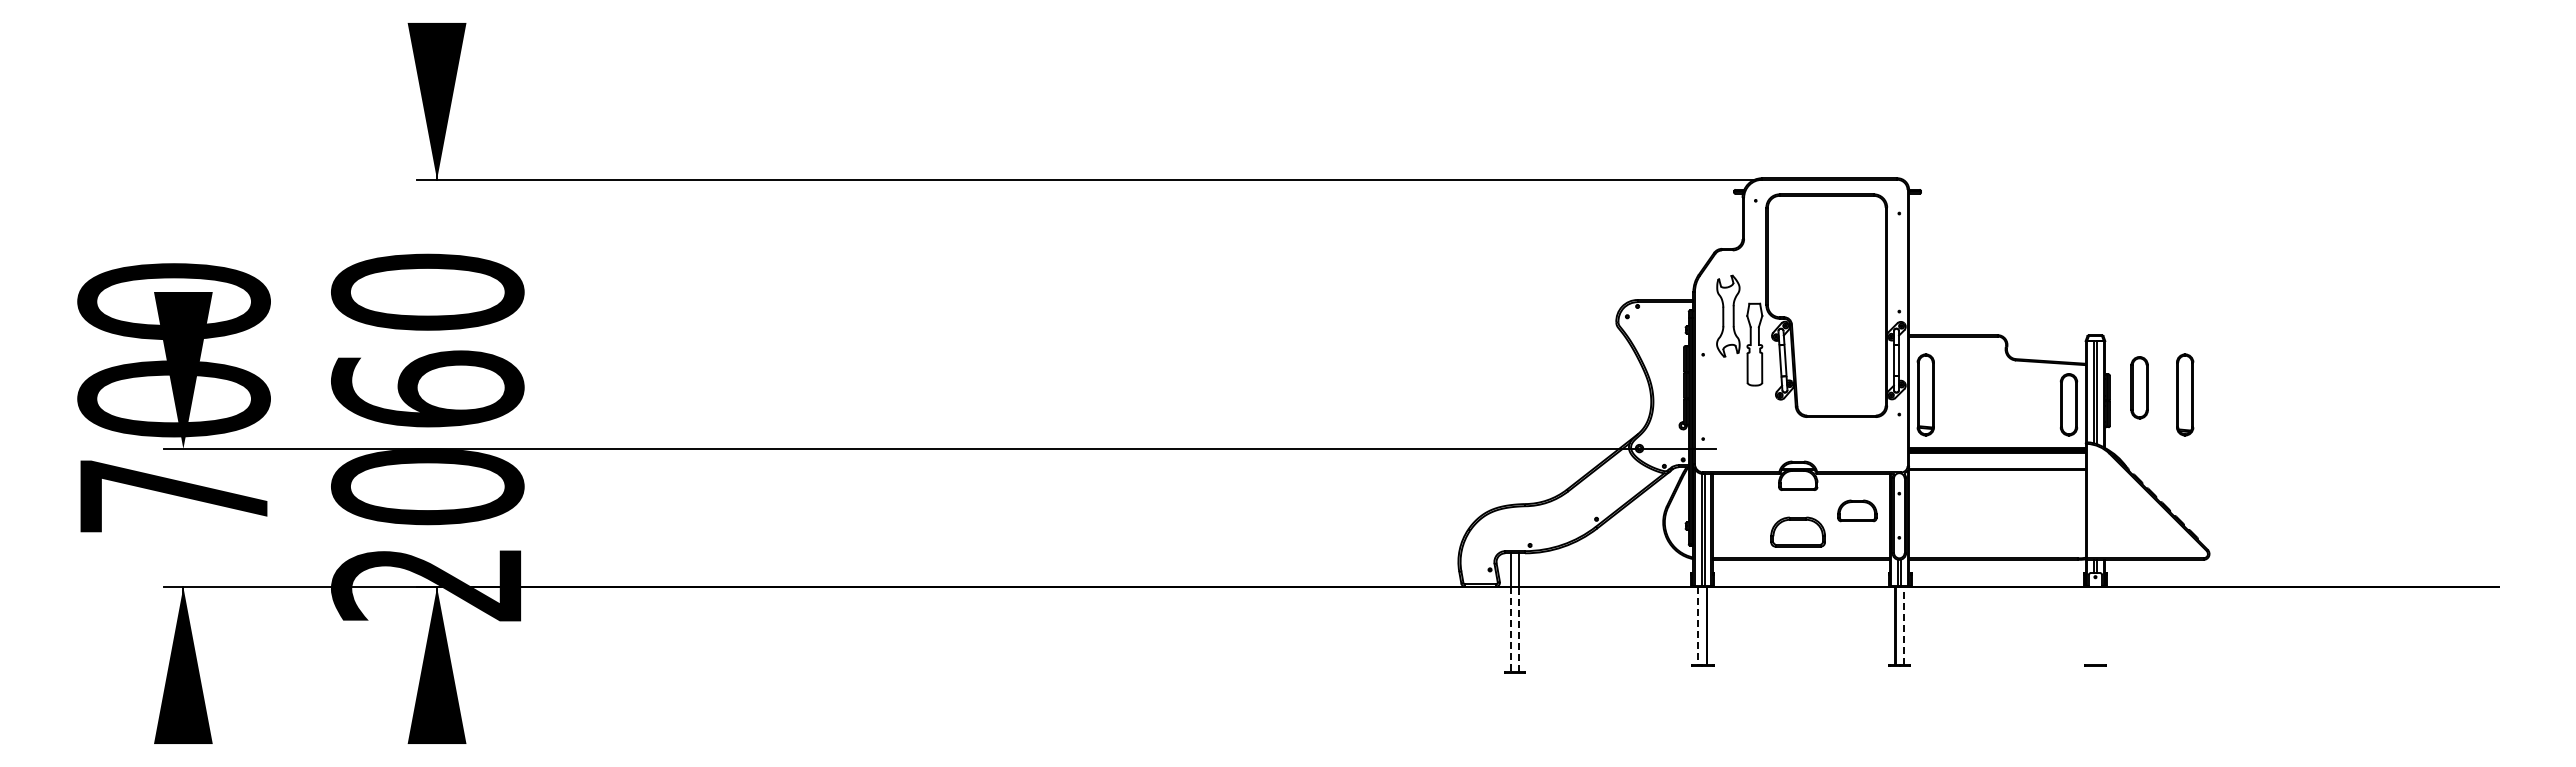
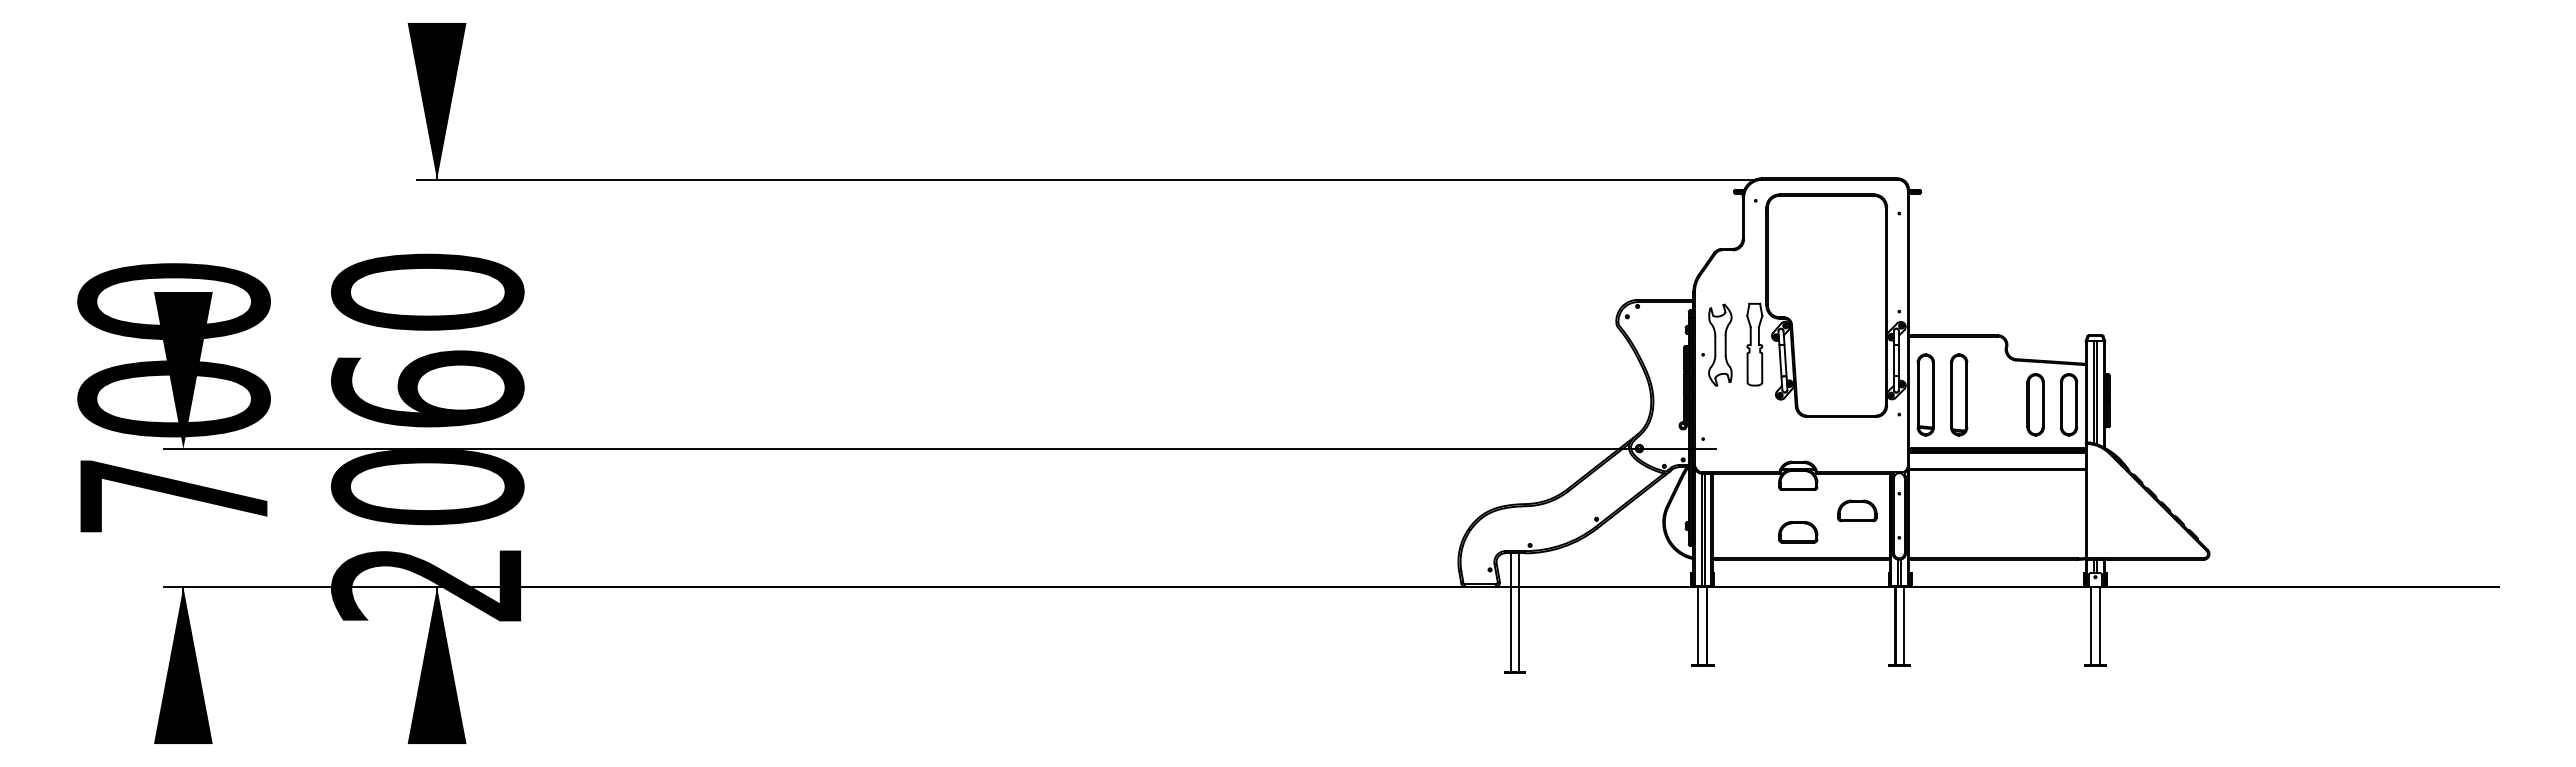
part at (1728, 315) position: (1728, 315) -> (1720, 344)
part at (2139, 387) position: (2139, 387) -> (2035, 404)
part at (2185, 394) position: (2185, 394) -> (1959, 394)
part at (1797, 531) size: 56x32 px -> 41x23 px
line at (1904, 625): dashed -> solid
line at (1698, 626): dashed -> solid
line at (2091, 626): none -> present
line at (2099, 626): none -> present
line at (1511, 629): dashed -> solid
line at (1519, 629): dashed -> solid
